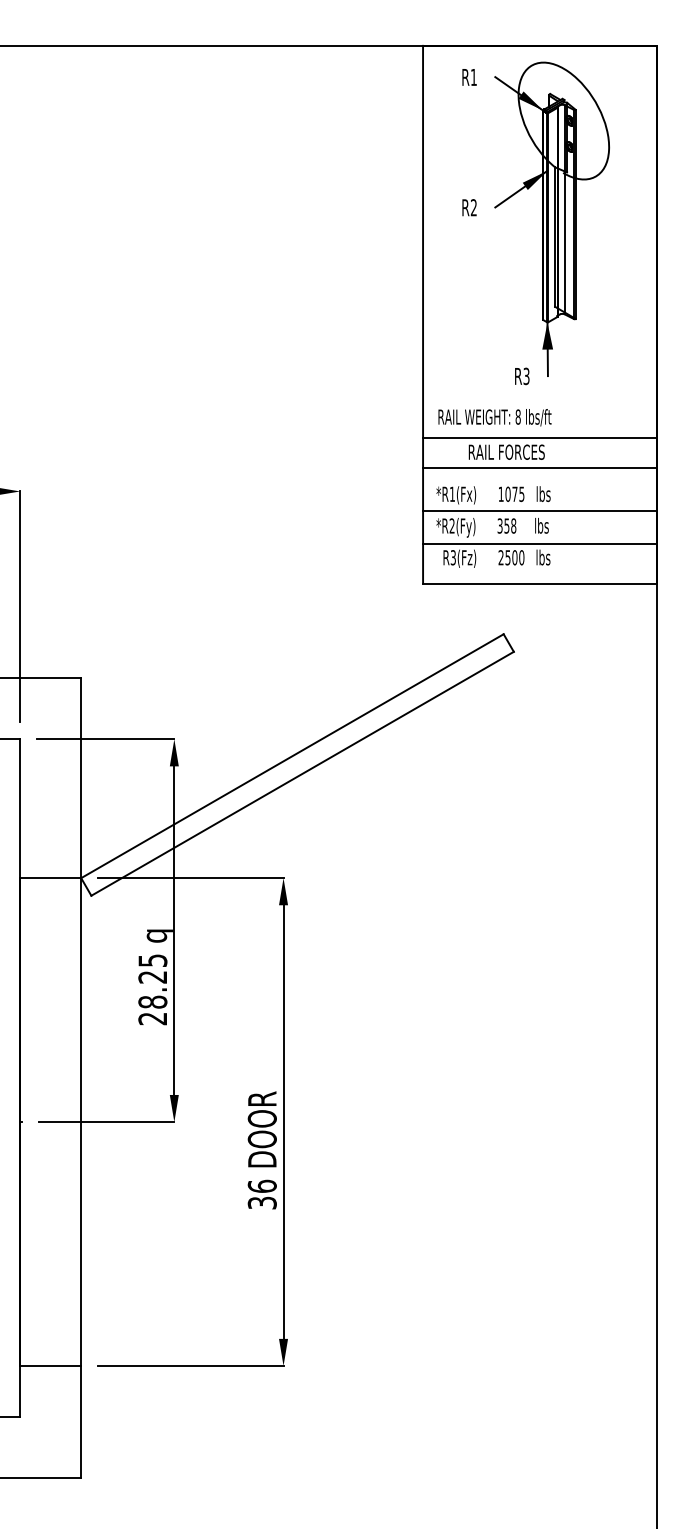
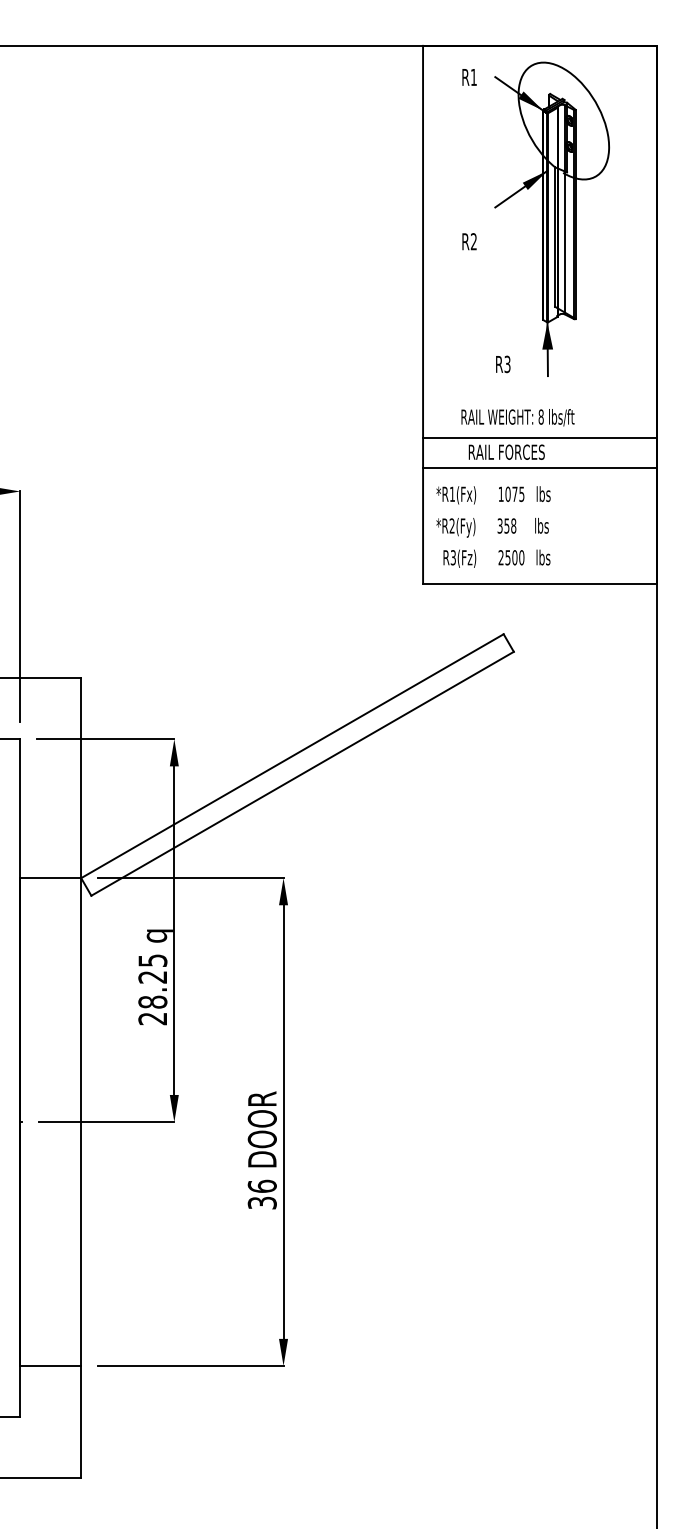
text at (469, 207) position: (469, 207) -> (469, 241)
text at (522, 376) position: (522, 376) -> (503, 364)
text at (494, 417) position: (494, 417) -> (517, 417)
line at (539, 510): present -> none
line at (539, 544): present -> none
